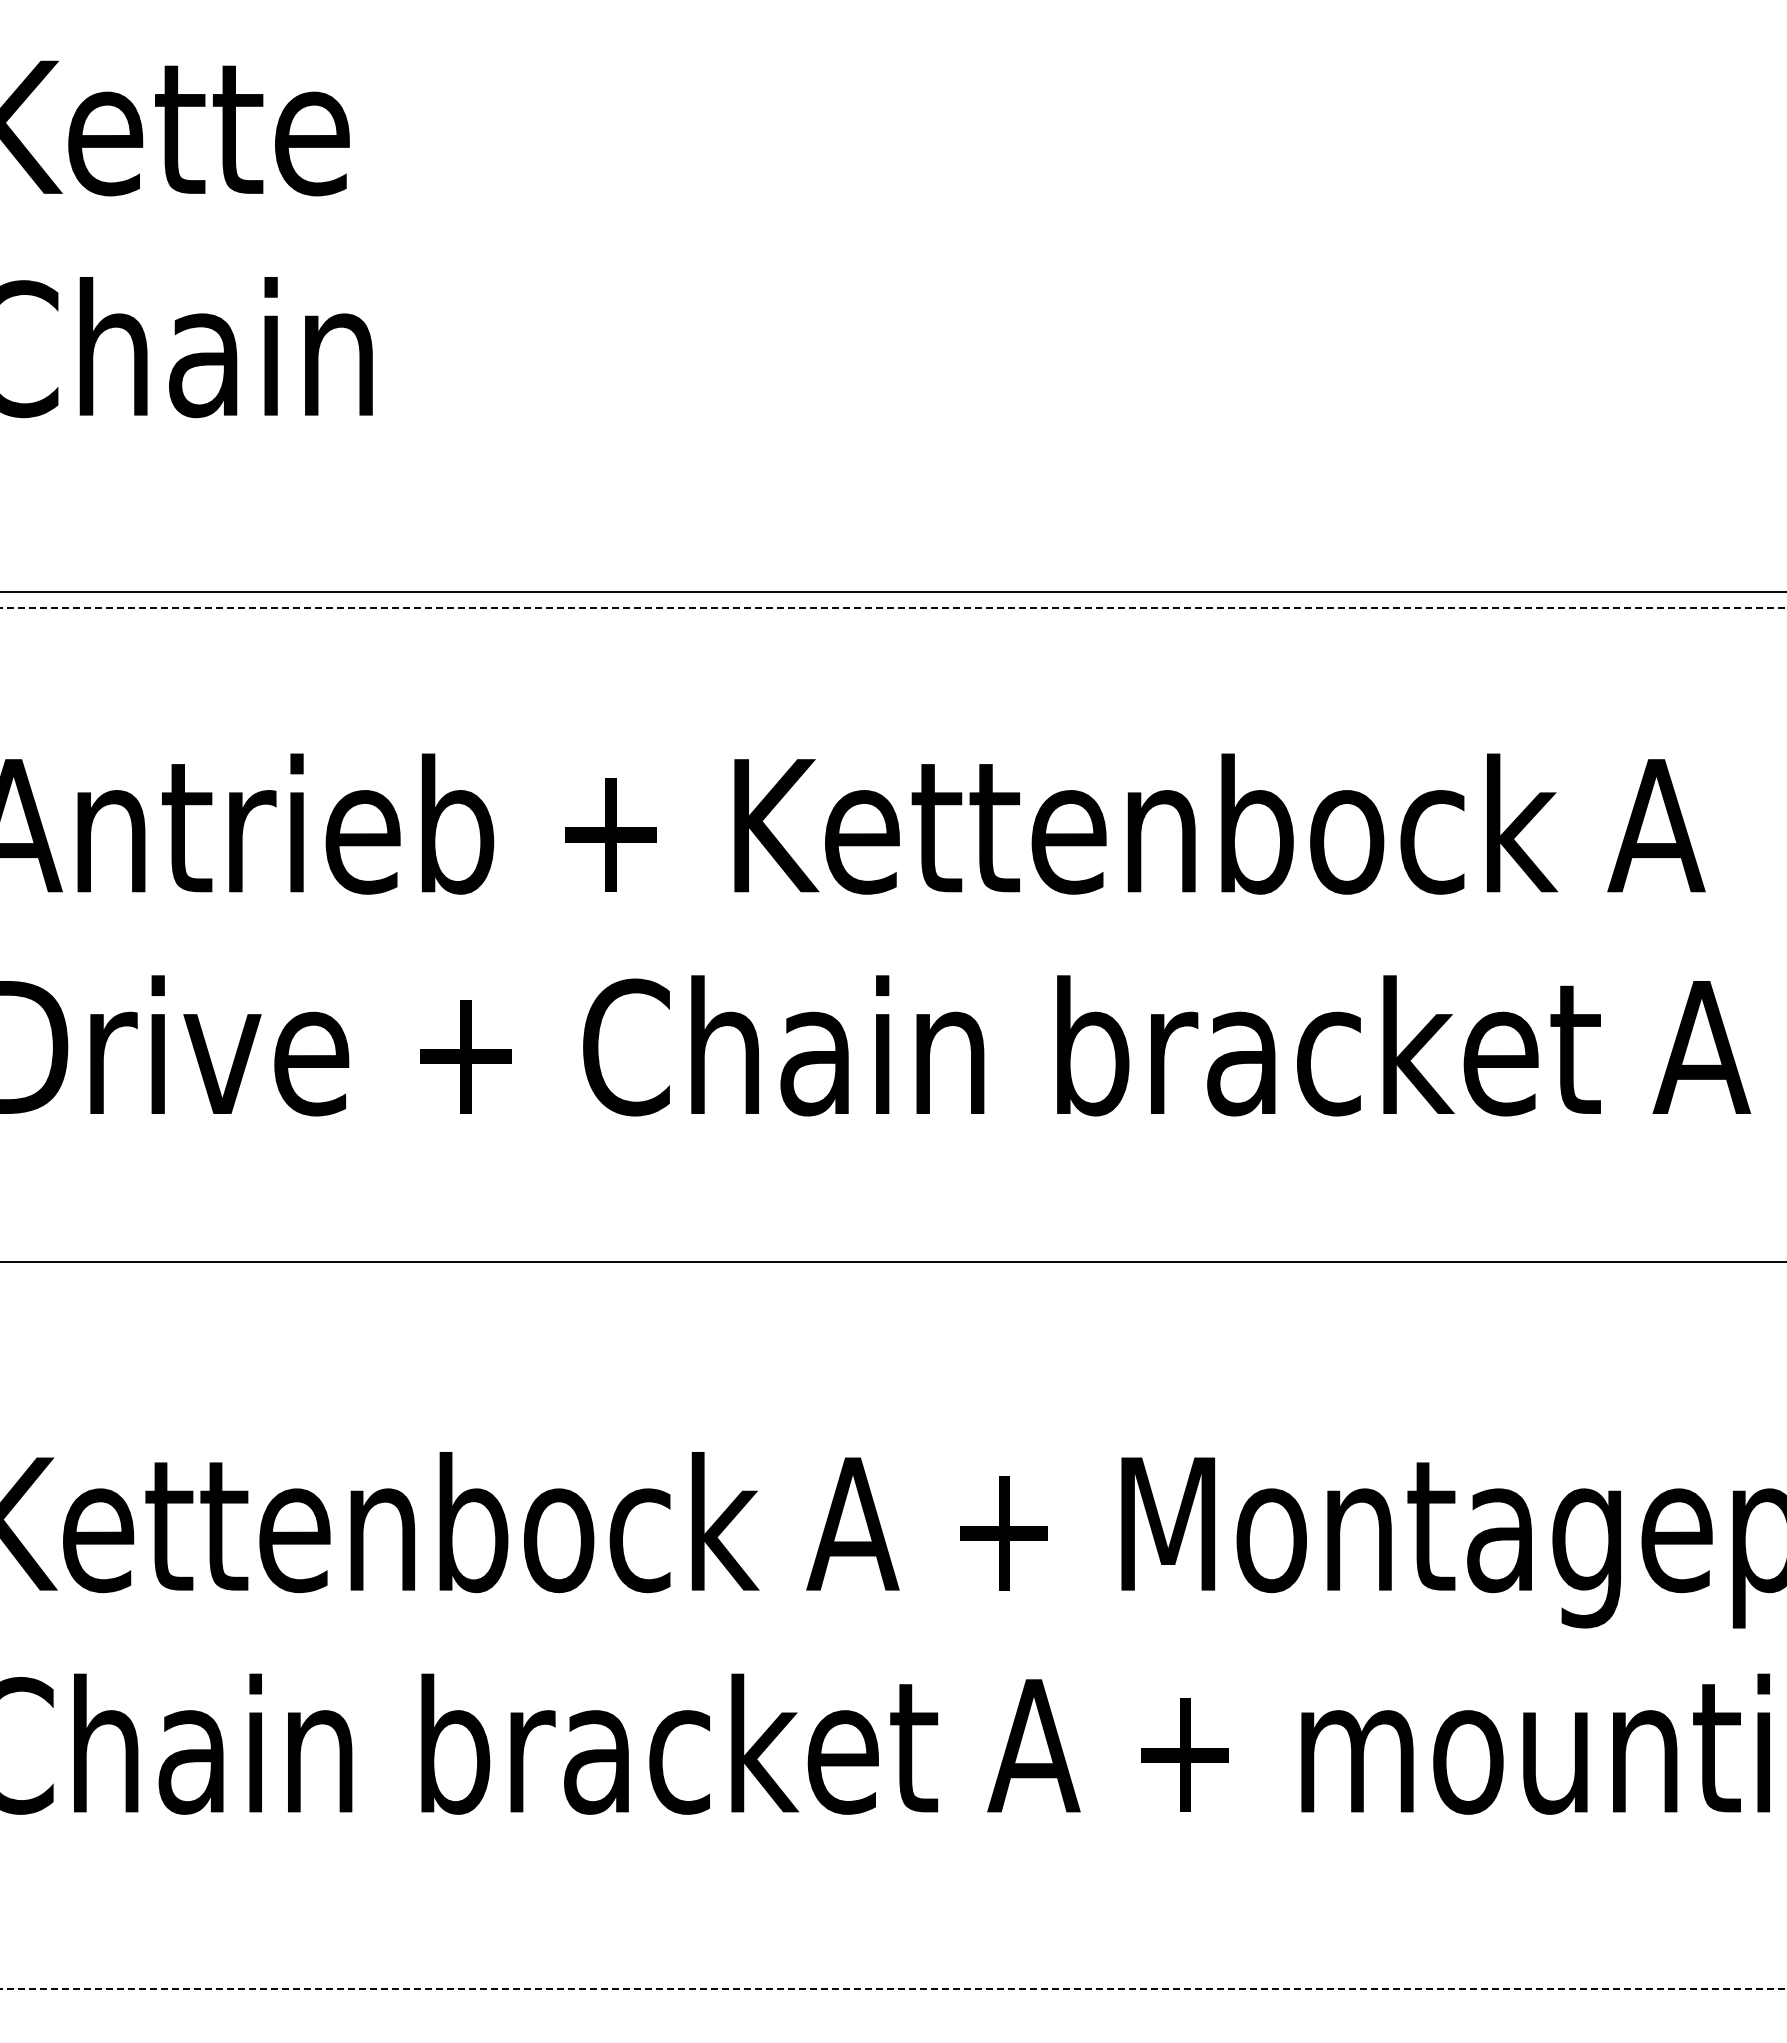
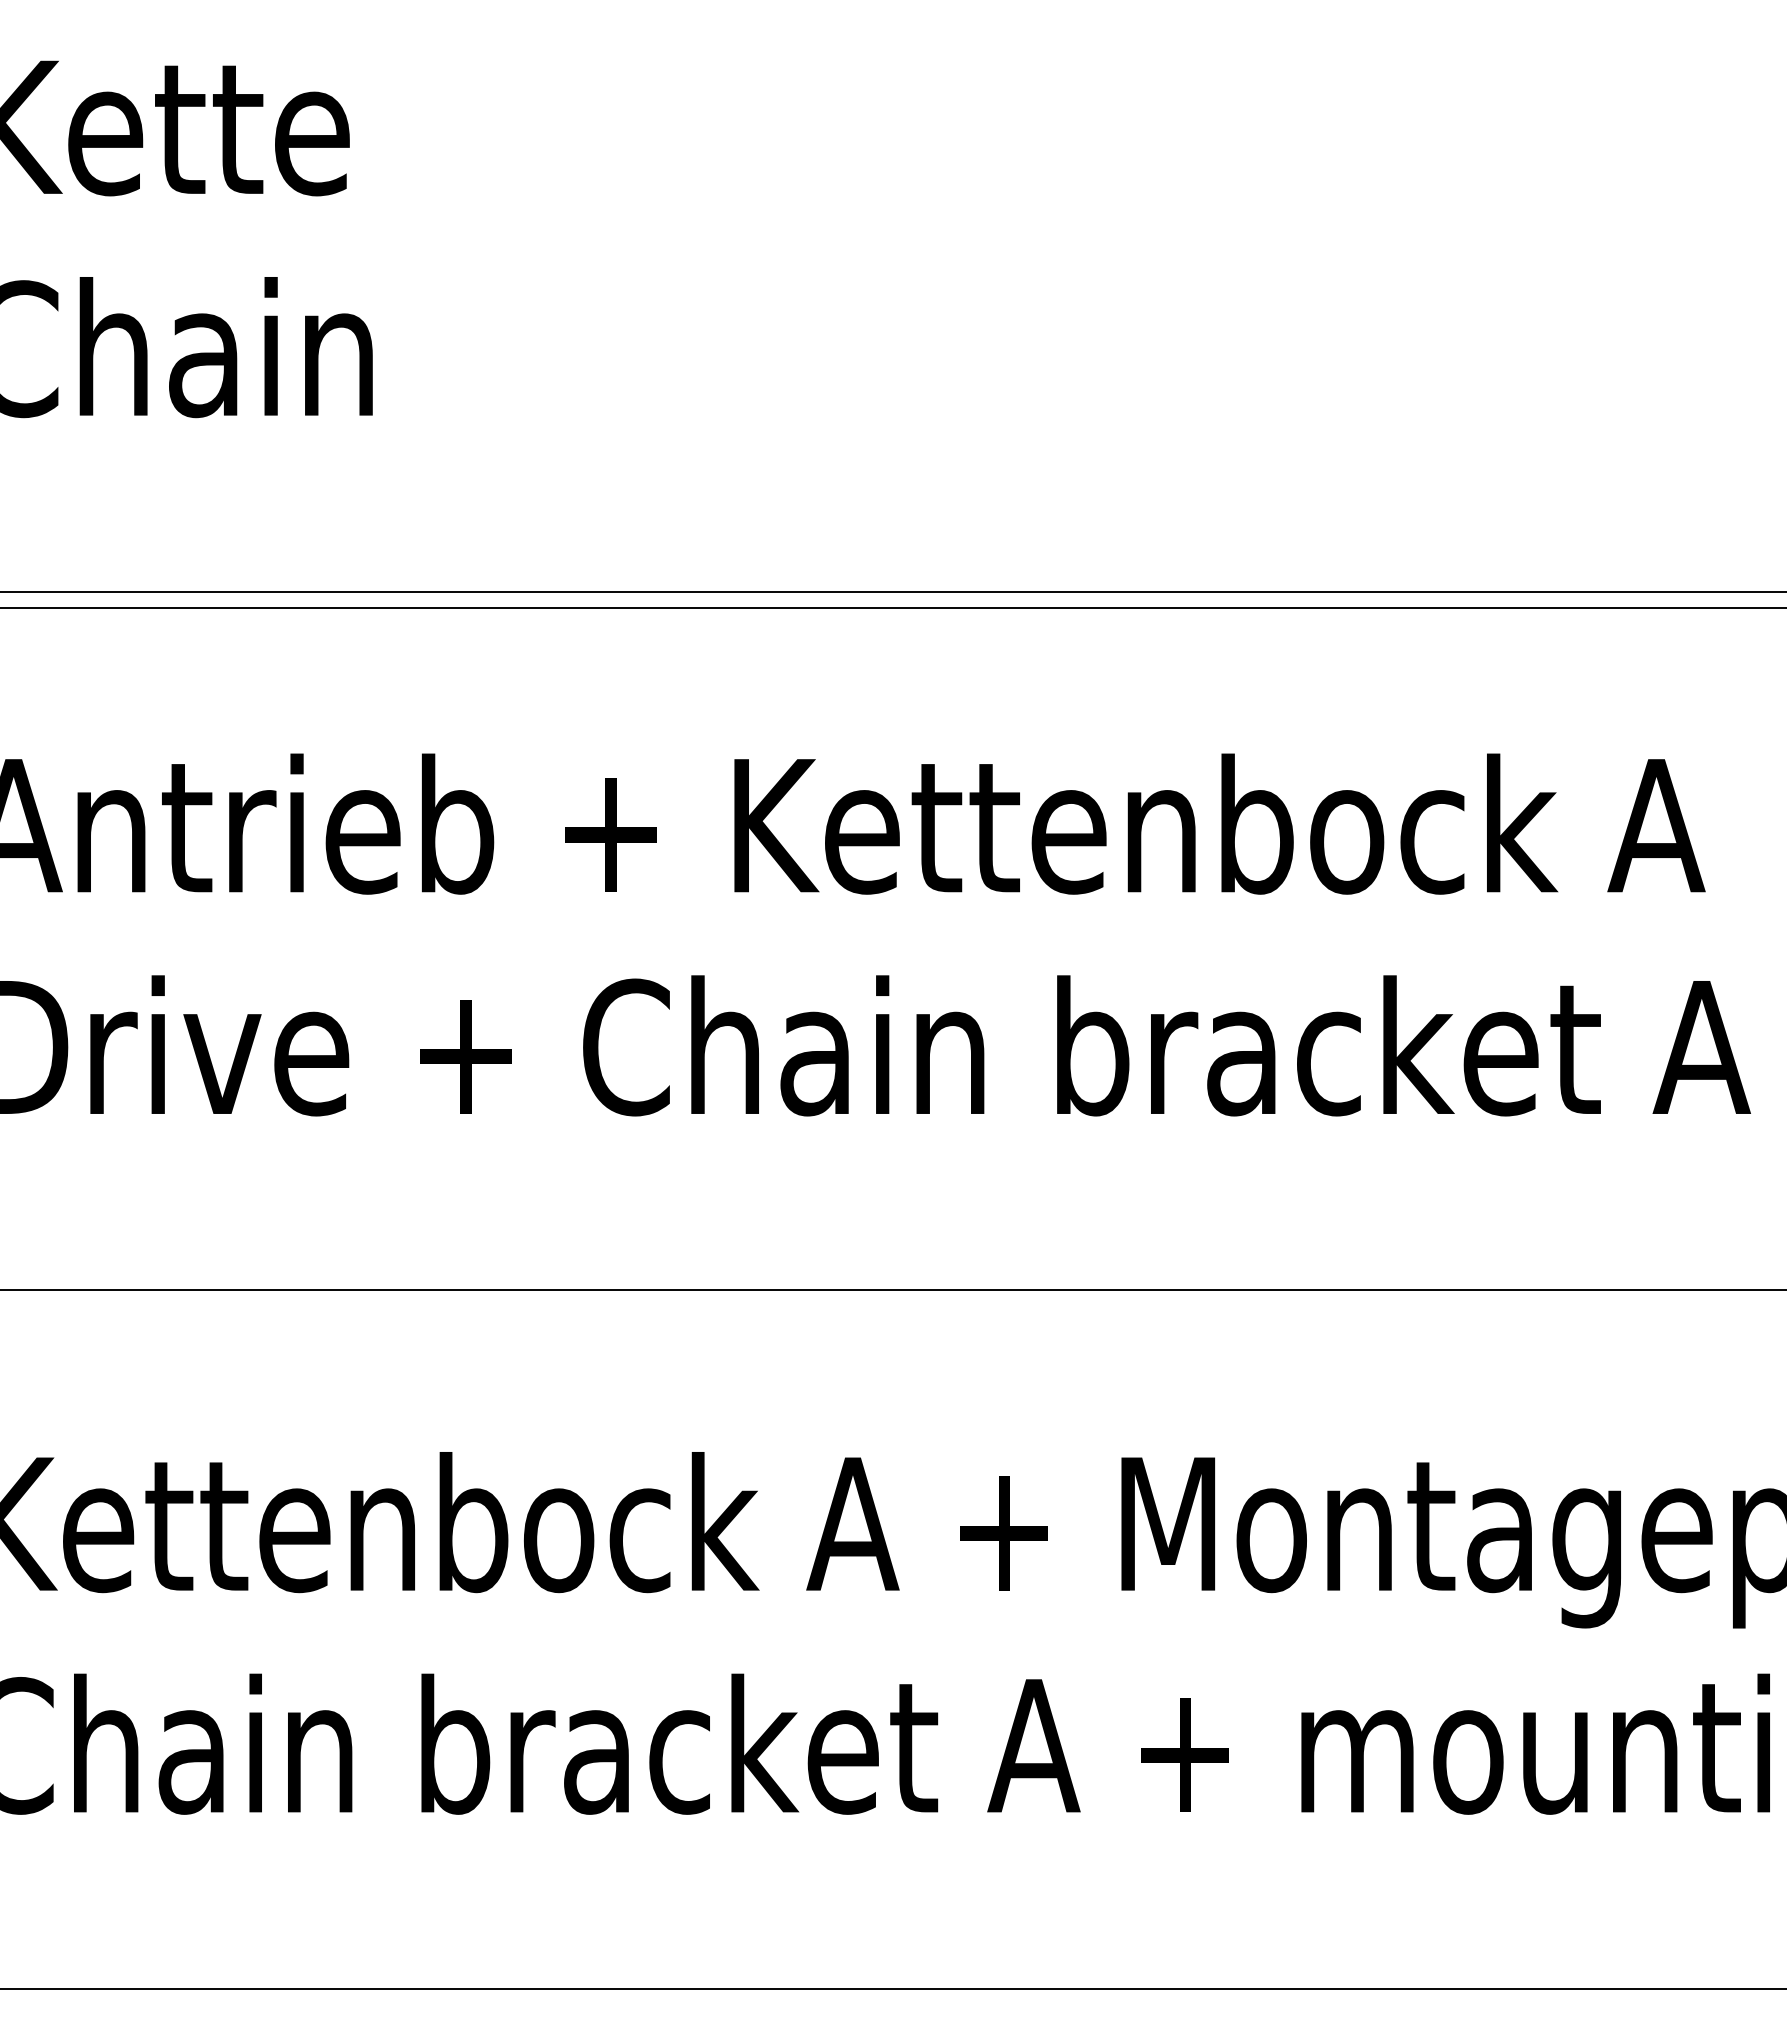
line at (893, 608): dashed -> solid
line at (892, 1262) position: (892, 1262) -> (892, 1290)
line at (893, 1988): dashed -> solid
